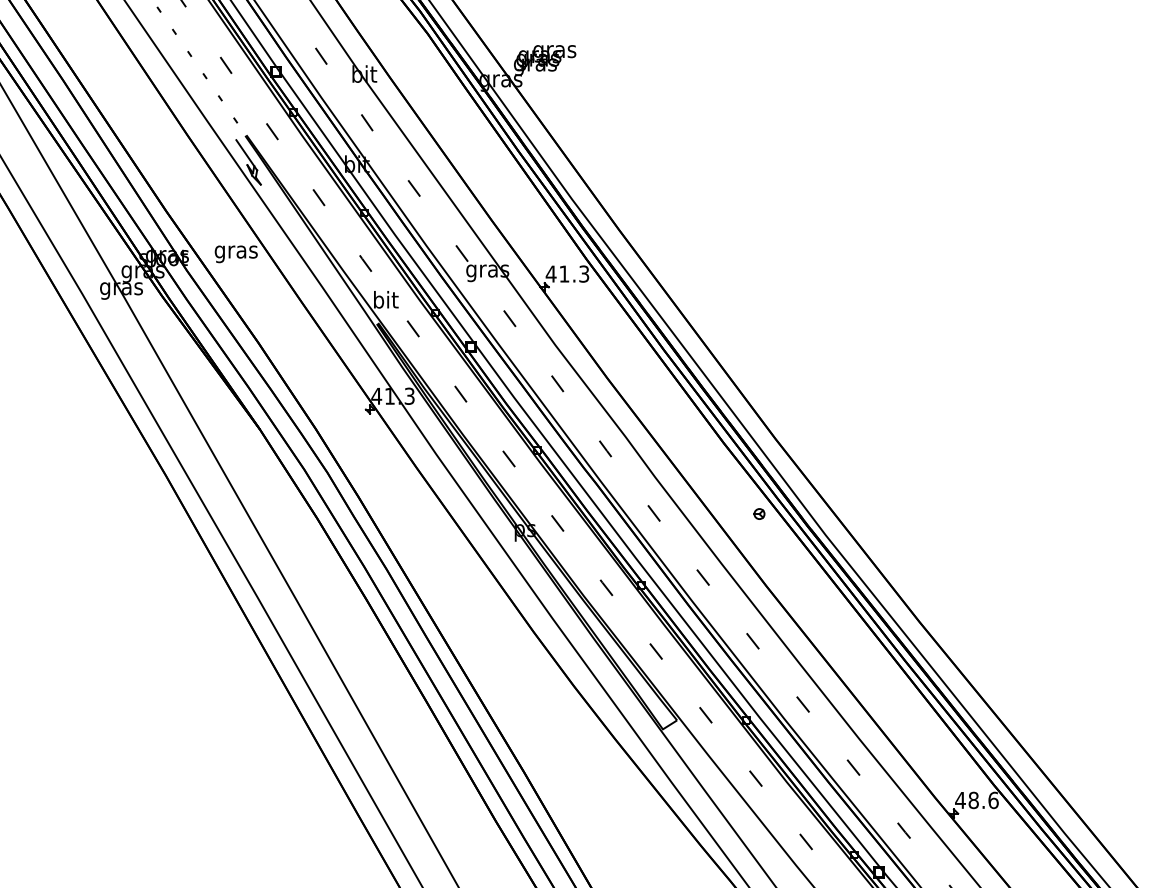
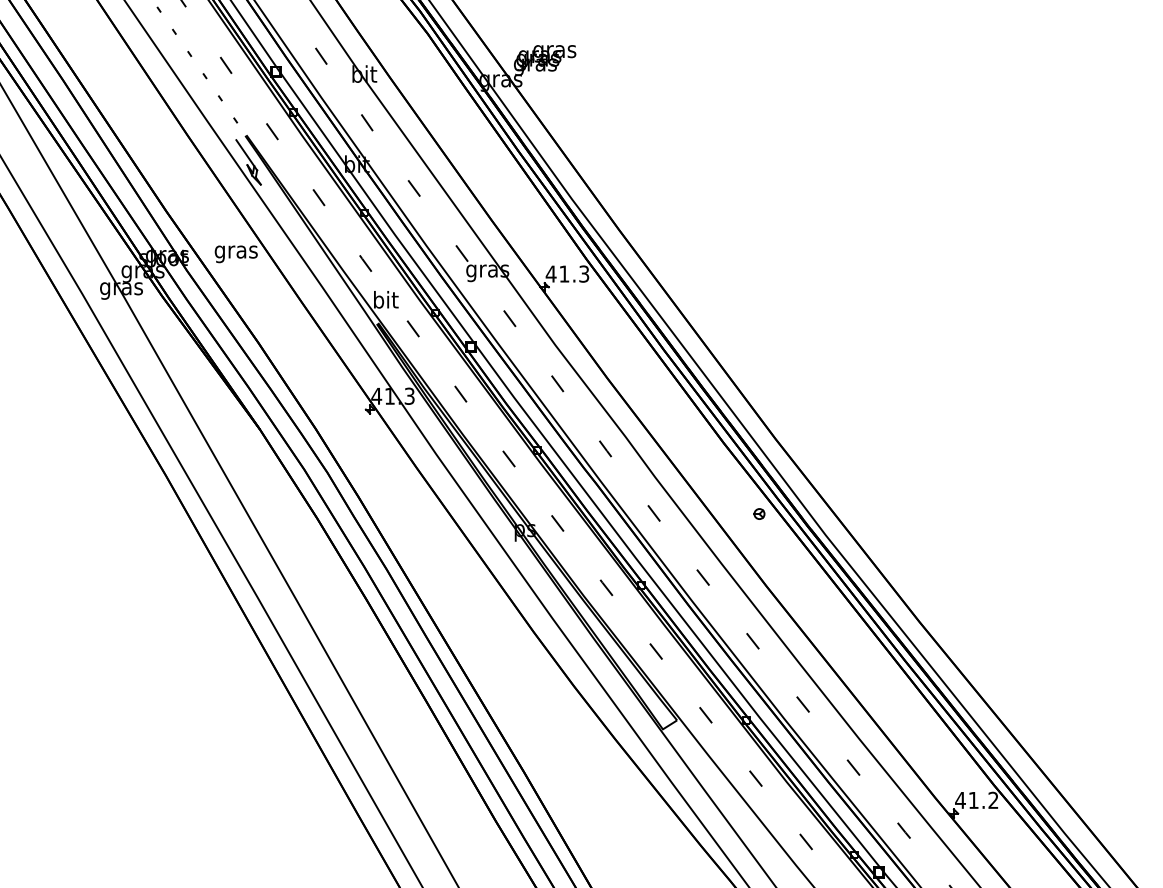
text at (983, 800): 48.6 -> 41.2
